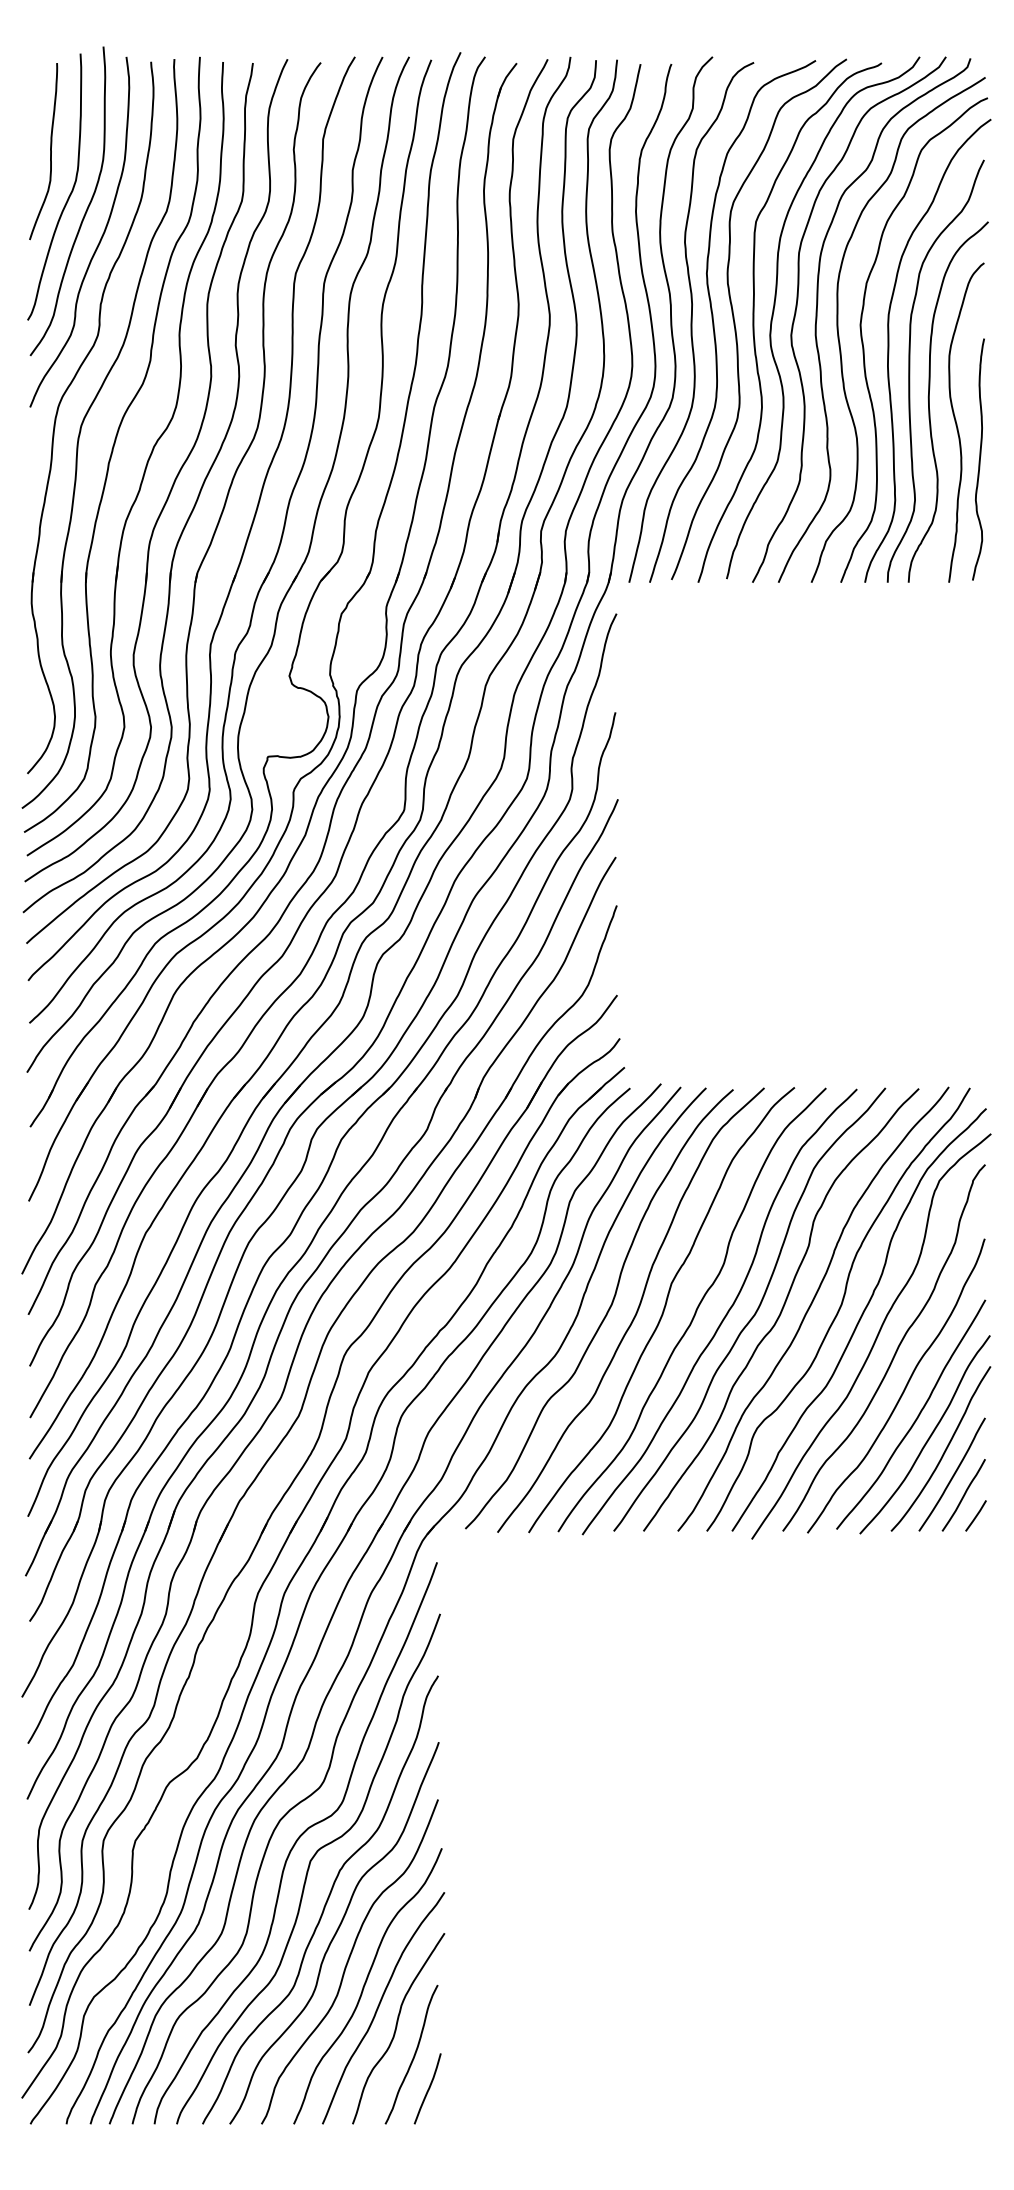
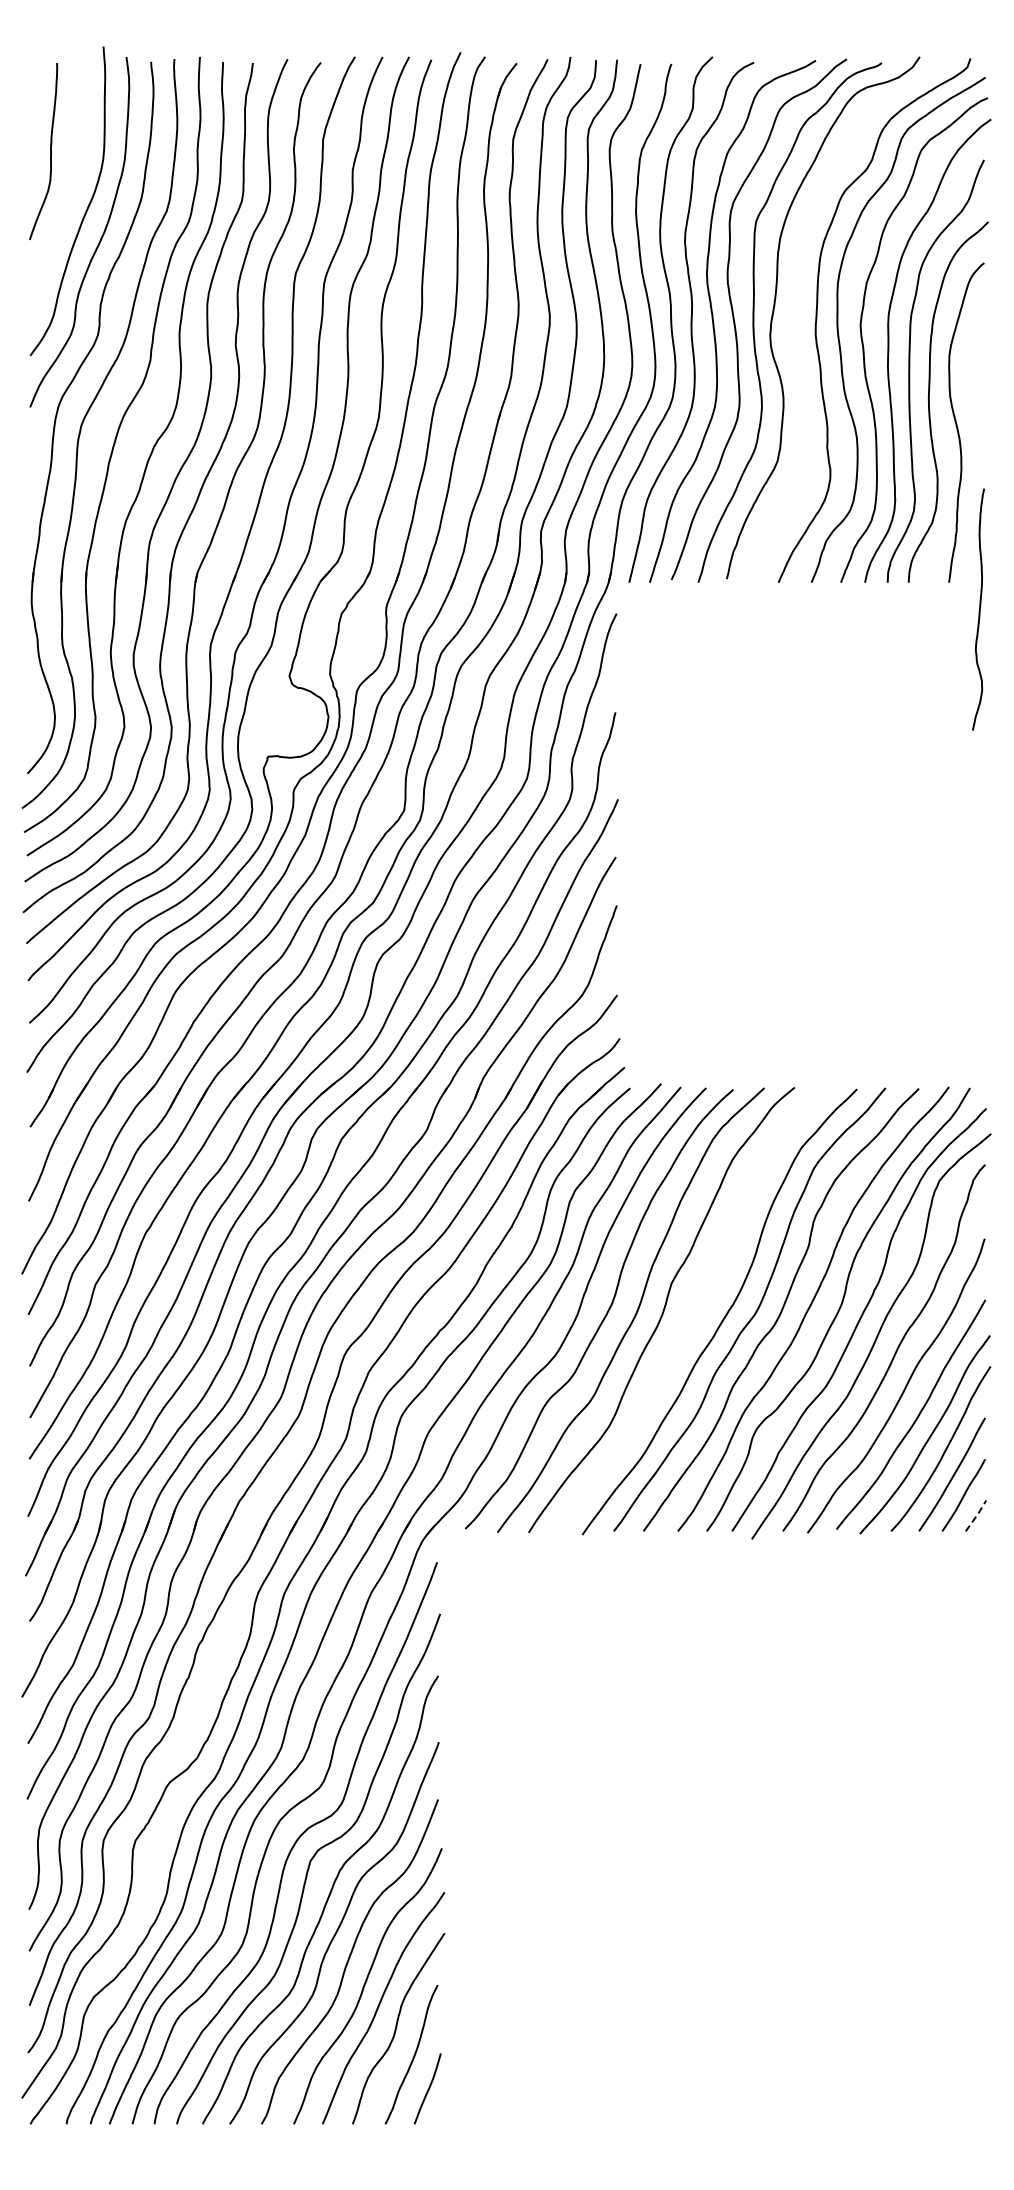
curve at (69, 194): present -> none
curve at (796, 313): present -> none
curve at (979, 459) position: (979, 459) -> (979, 609)
curve at (695, 1309): present -> none
line at (976, 1515): solid -> dashed
